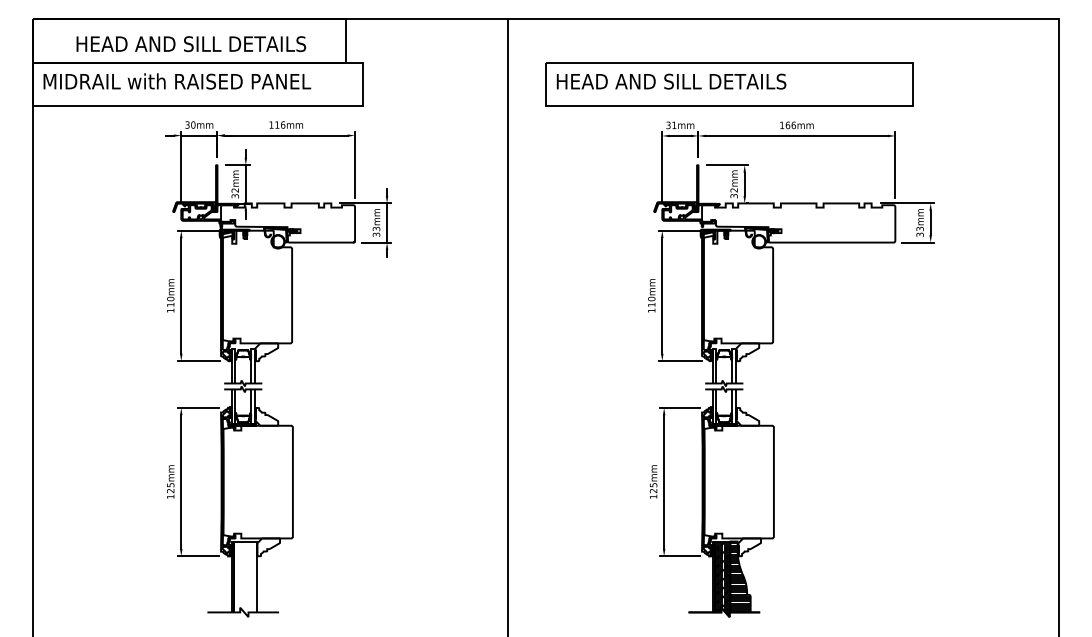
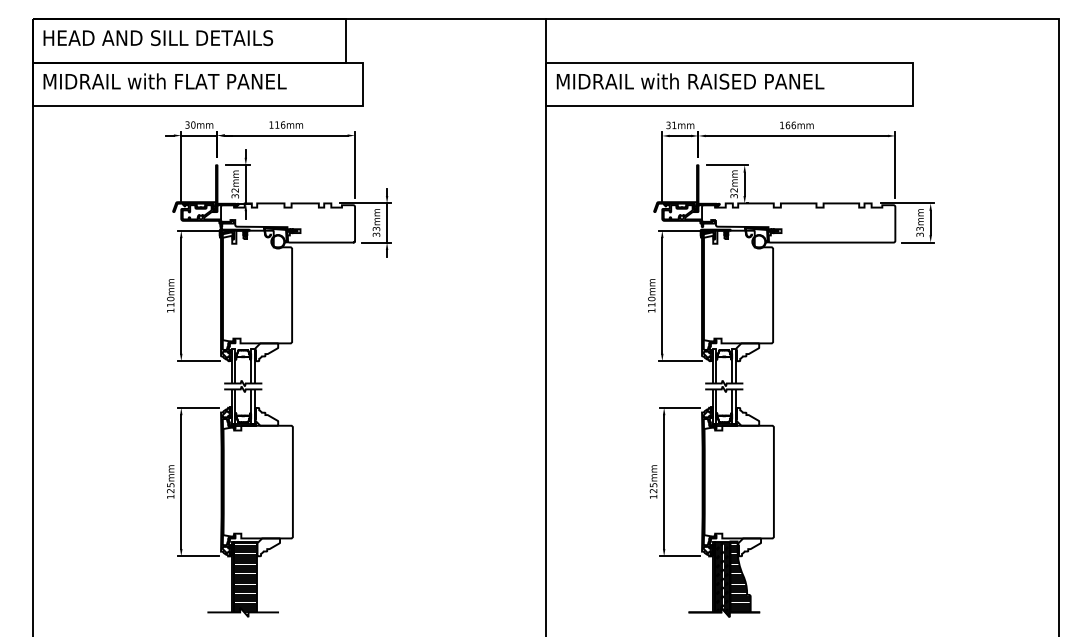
text at (191, 44) position: (191, 44) -> (158, 38)
text at (244, 81): MIDRAIL with RAISED PANEL -> MIDRAIL with FLAT PANEL
text at (691, 81): HEAD AND SILL DETAILS -> MIDRAIL with RAISED PANEL
line at (507, 326) position: (507, 326) -> (545, 326)
hatch at (245, 579): none -> present
